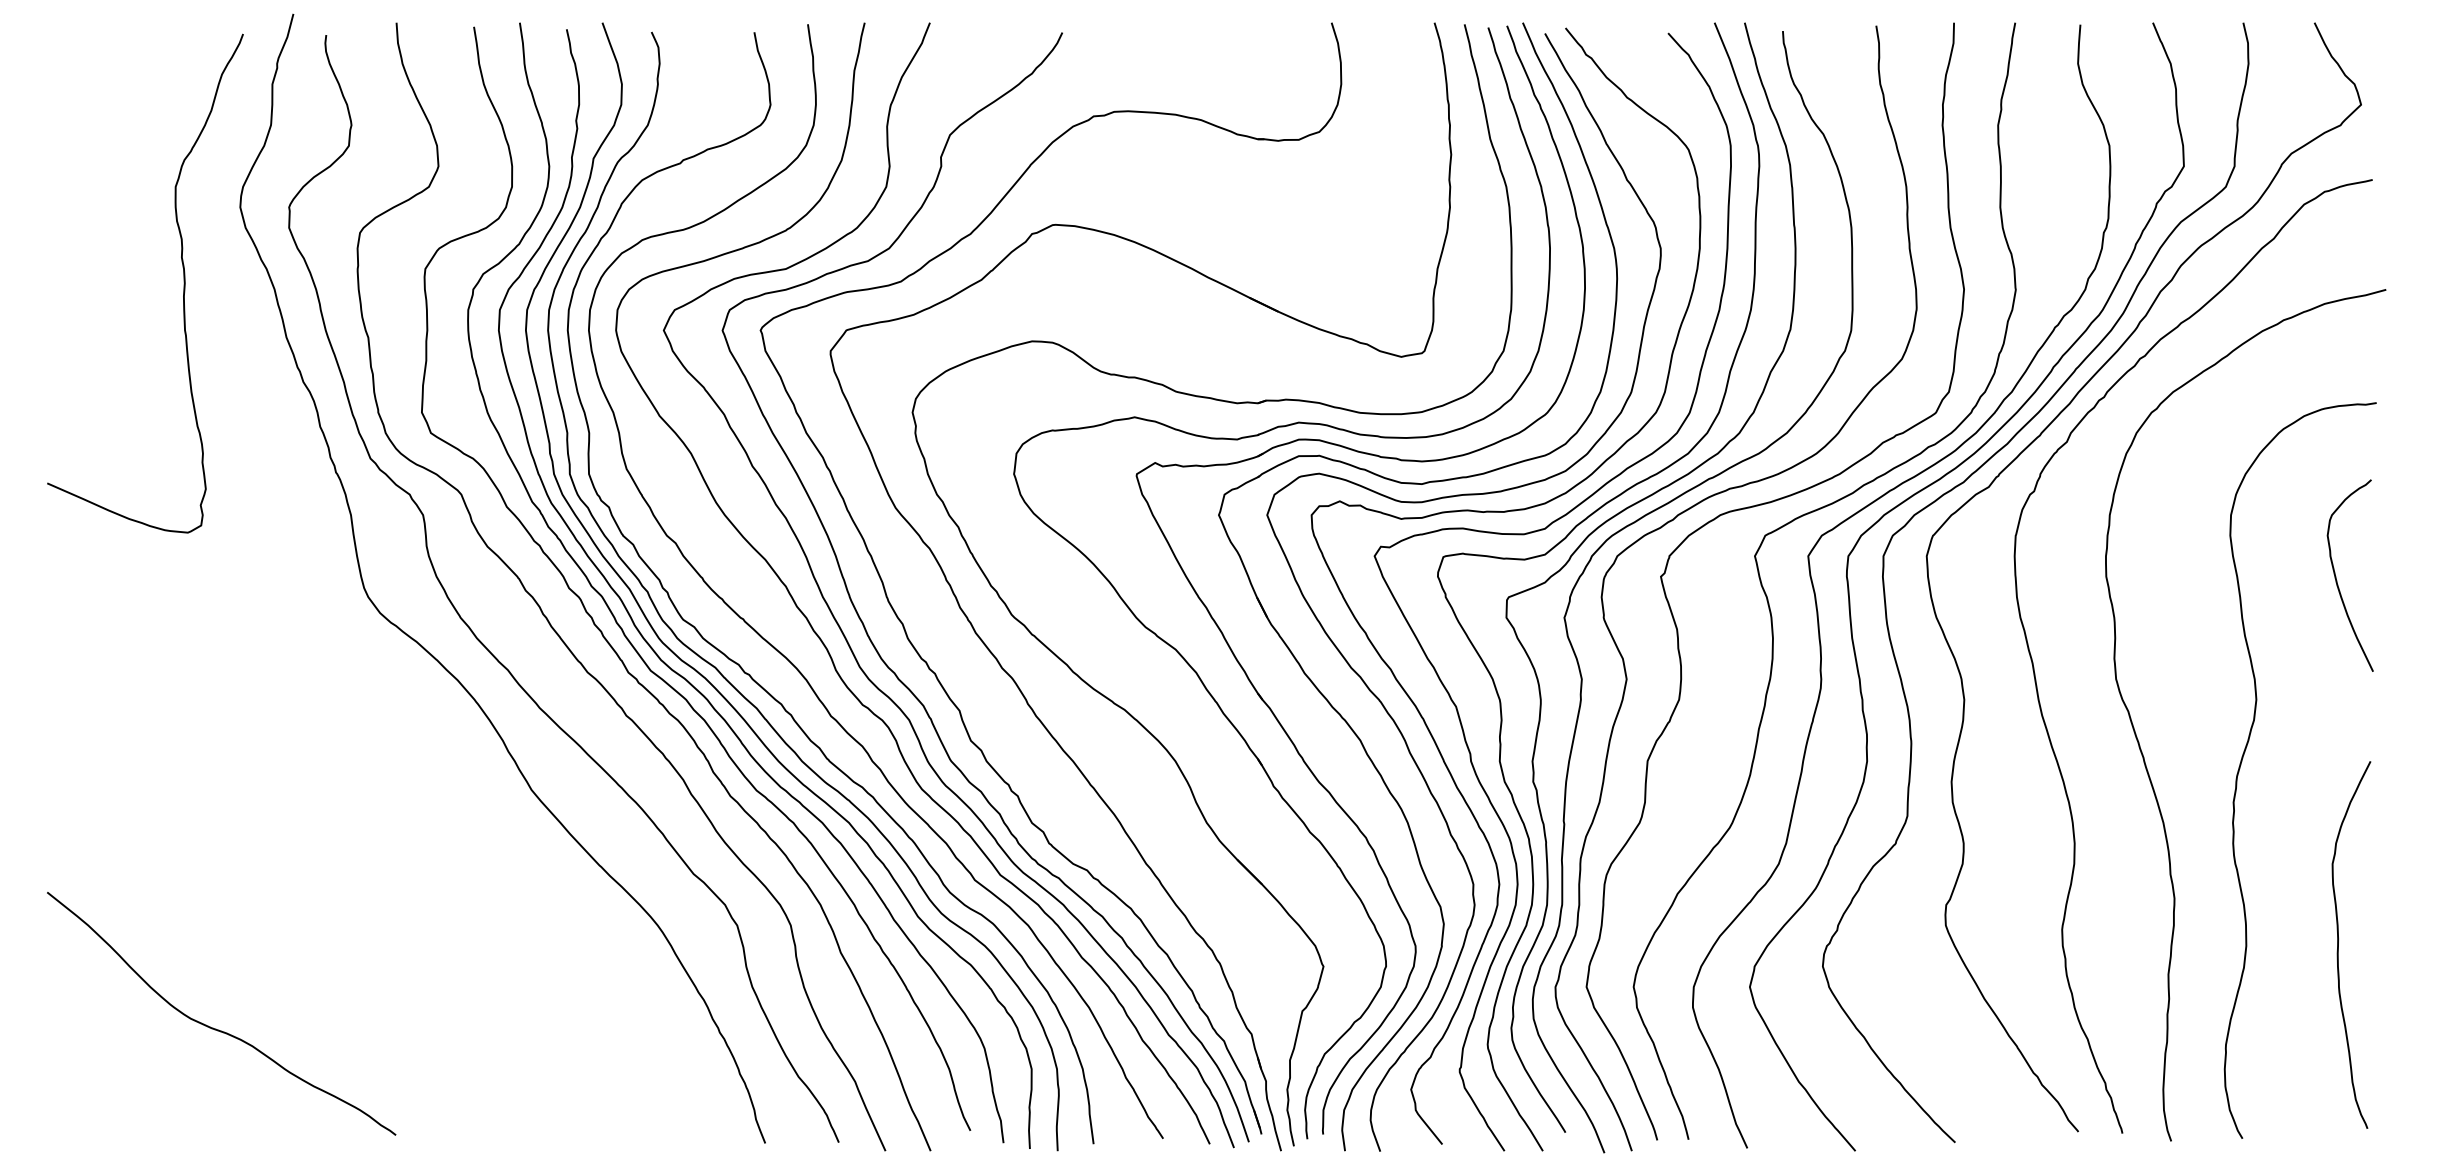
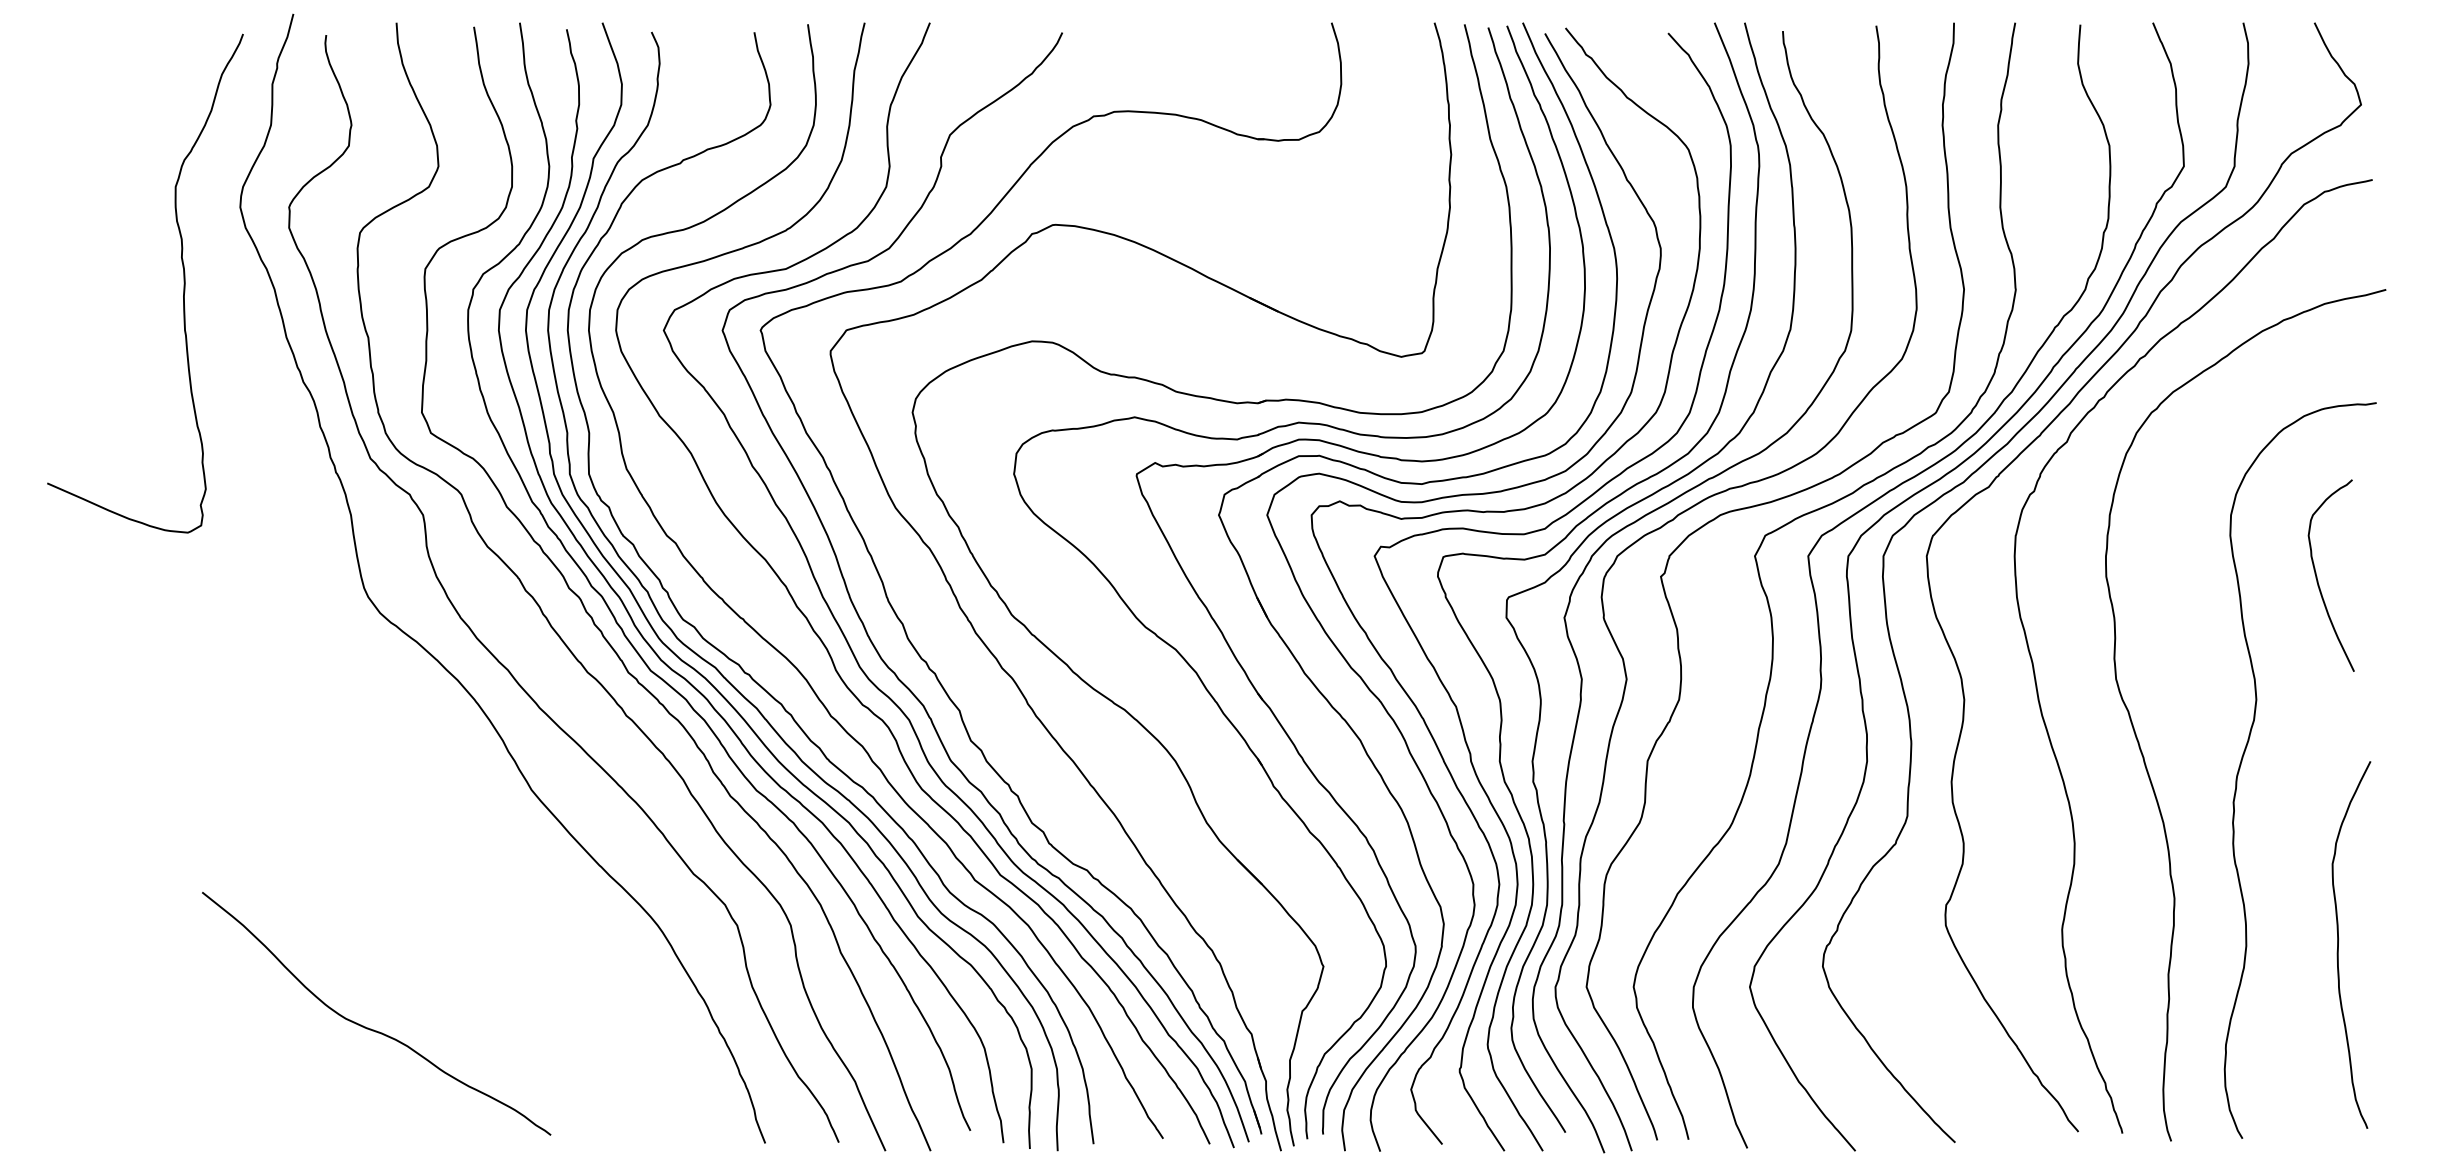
curve at (2337, 580) position: (2337, 580) -> (2318, 580)
curve at (216, 1028) position: (216, 1028) -> (371, 1028)
